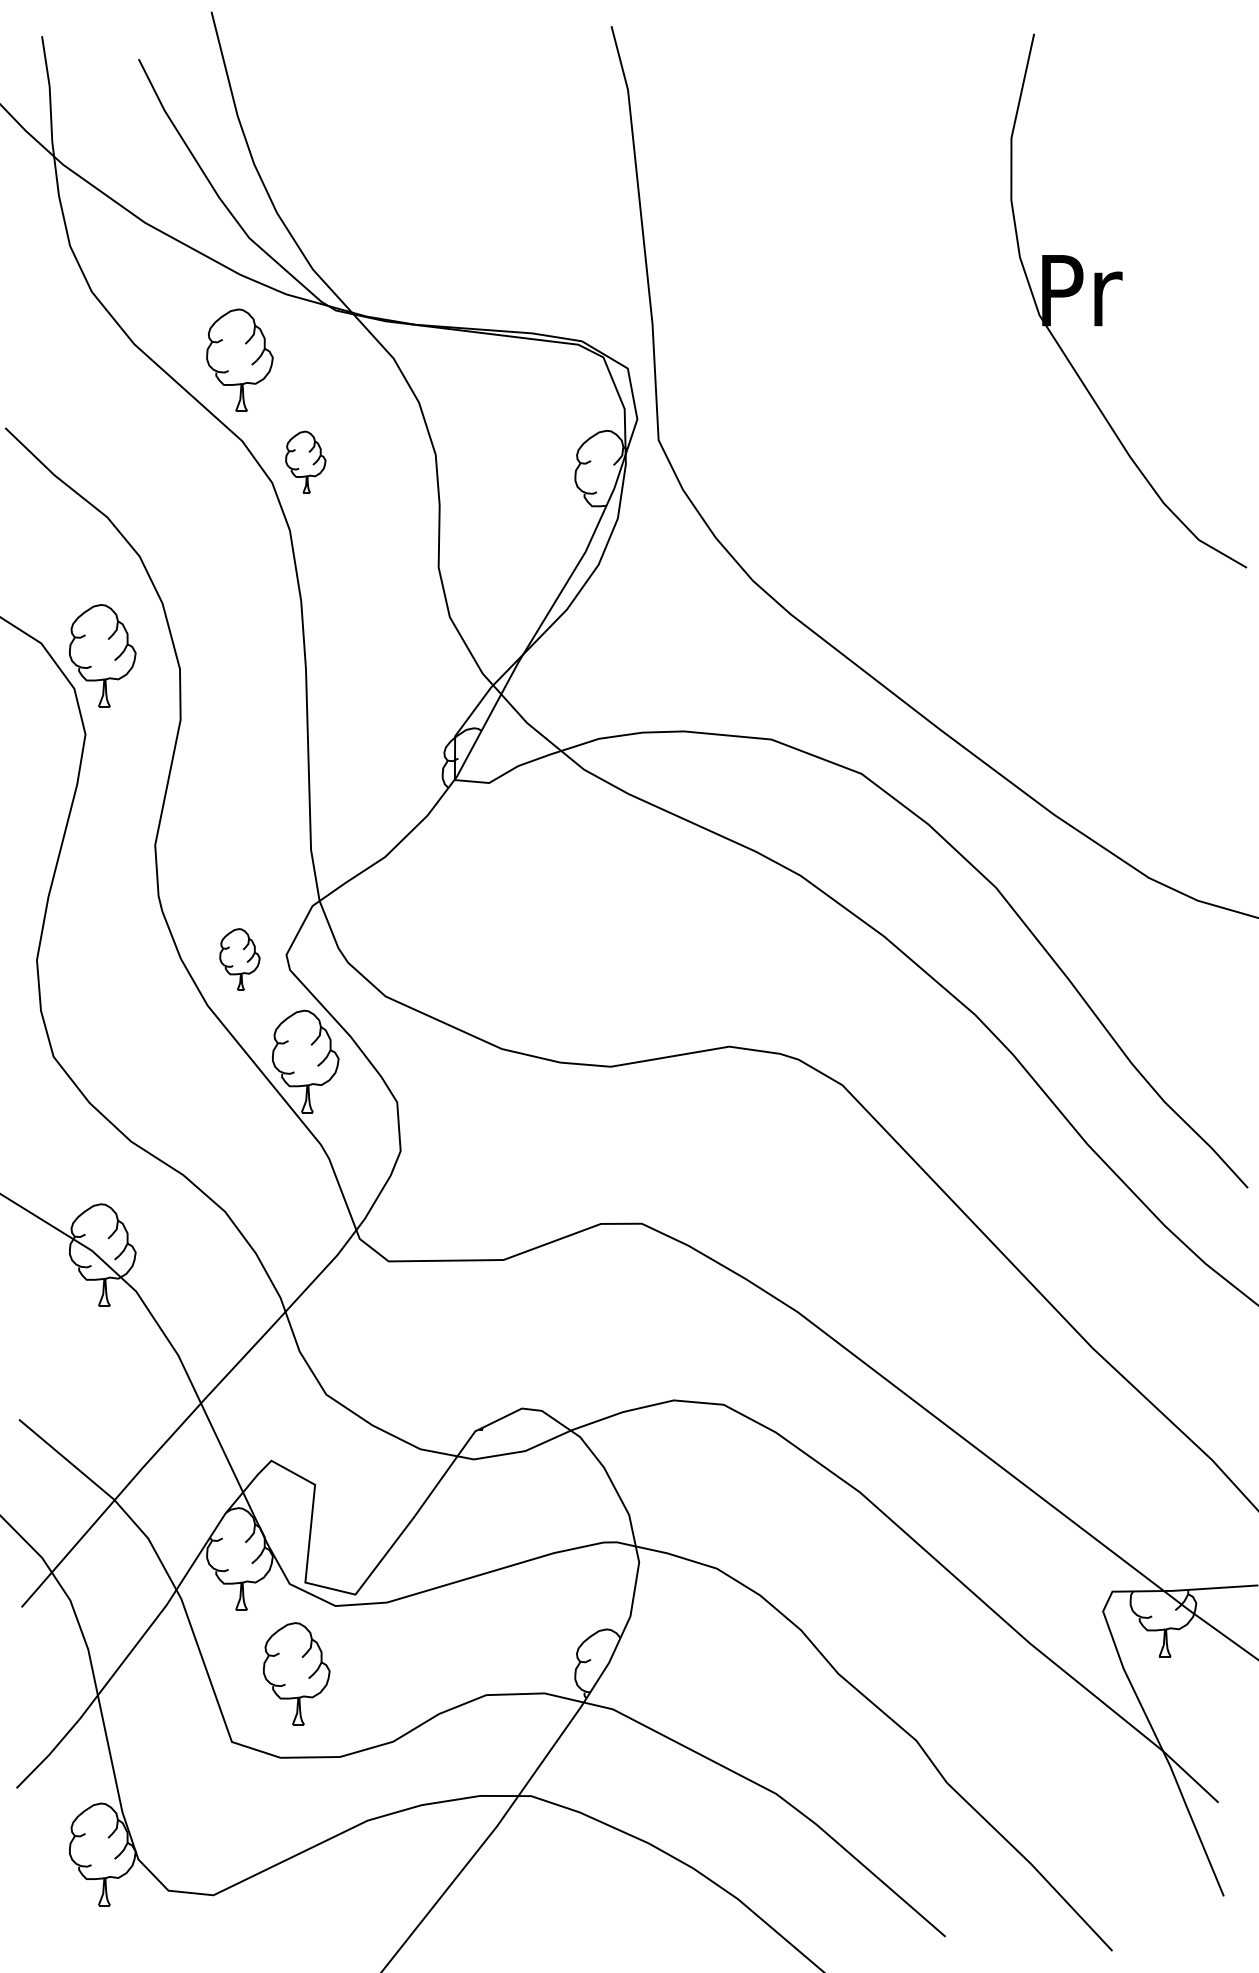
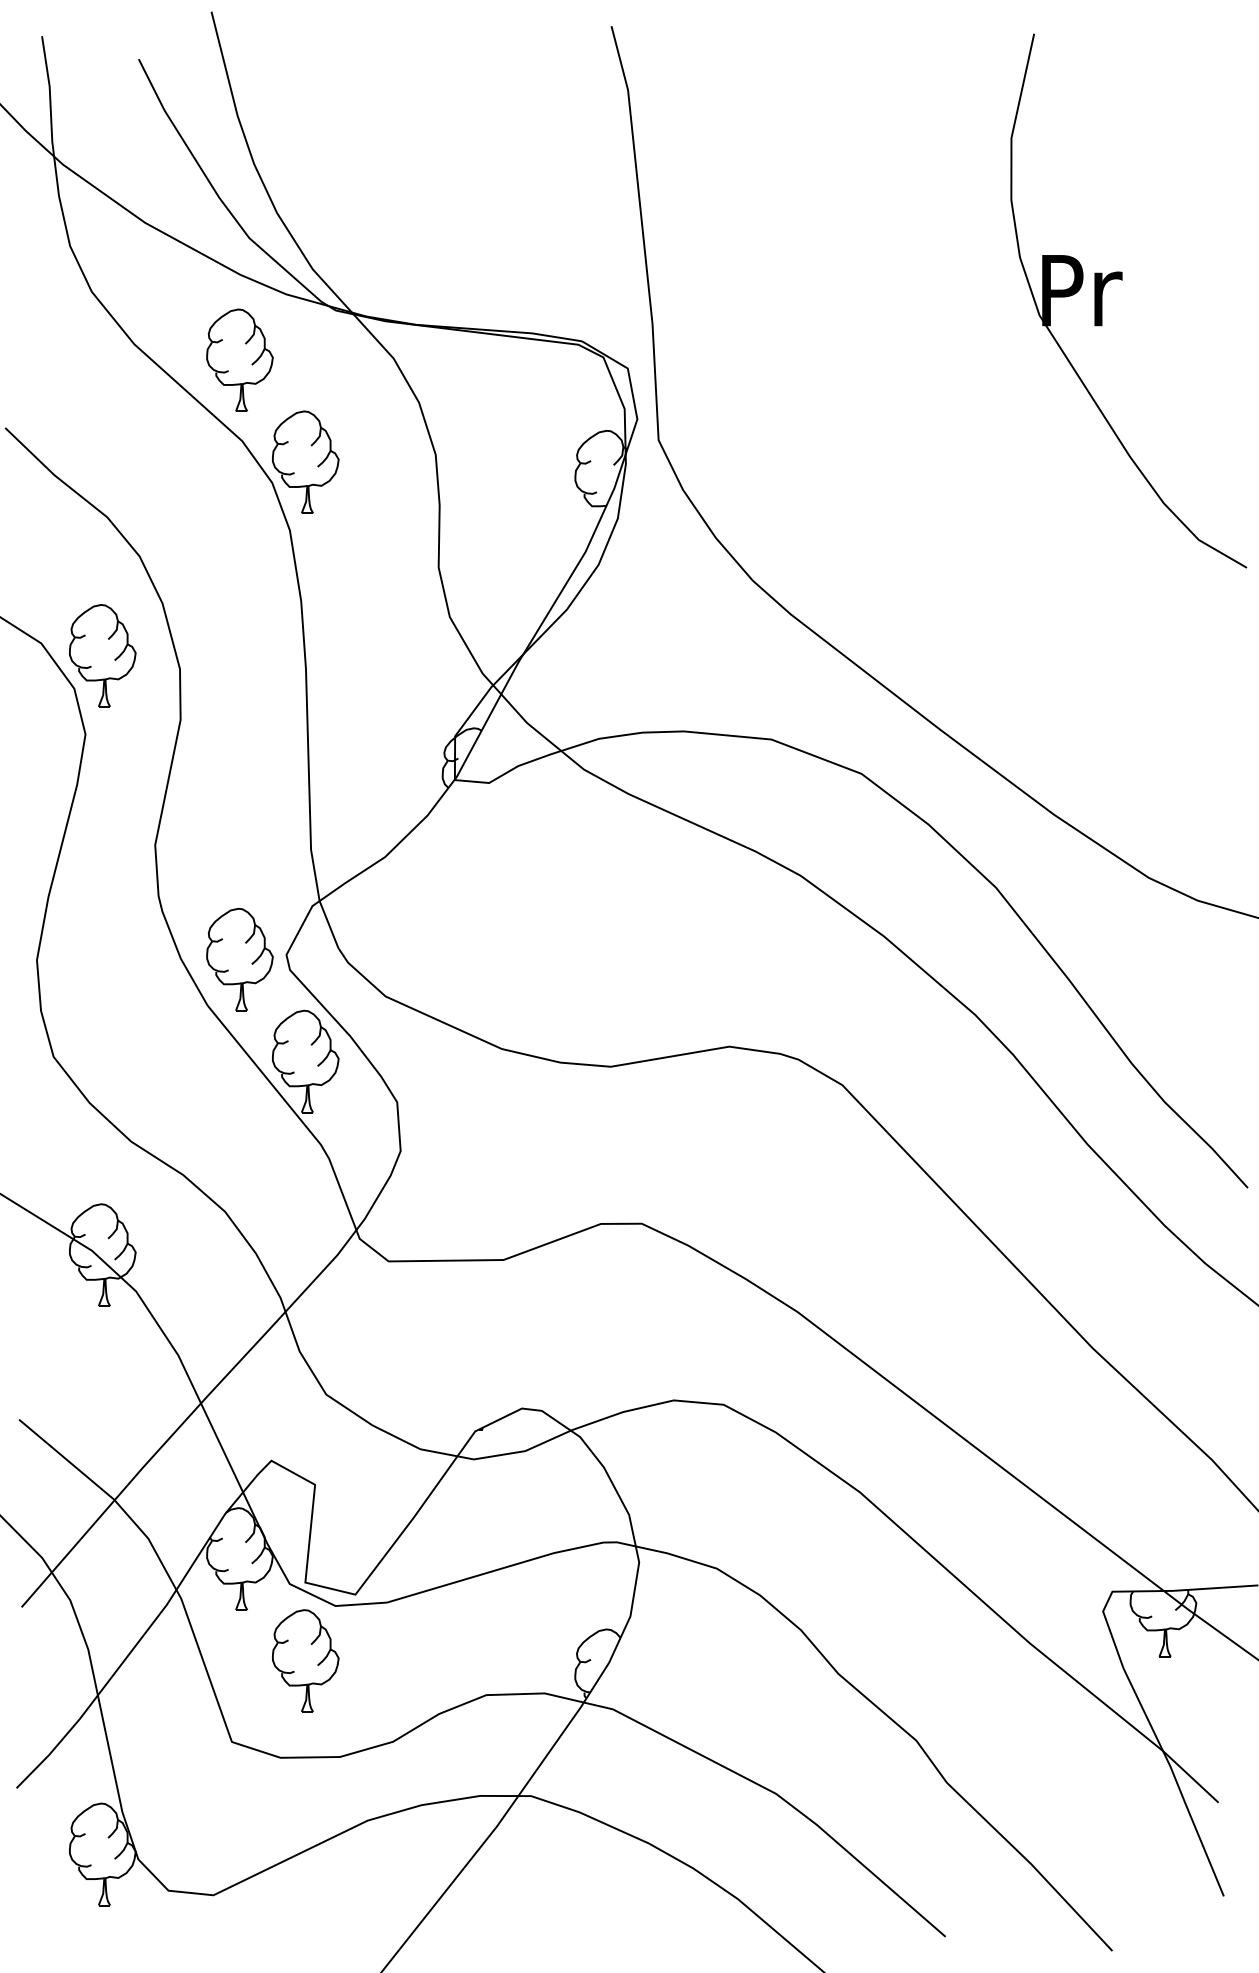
part at (305, 461) size: 42x64 px -> 68x104 px
part at (239, 959) size: 42x63 px -> 68x105 px
part at (296, 1673) position: (296, 1673) -> (305, 1660)
